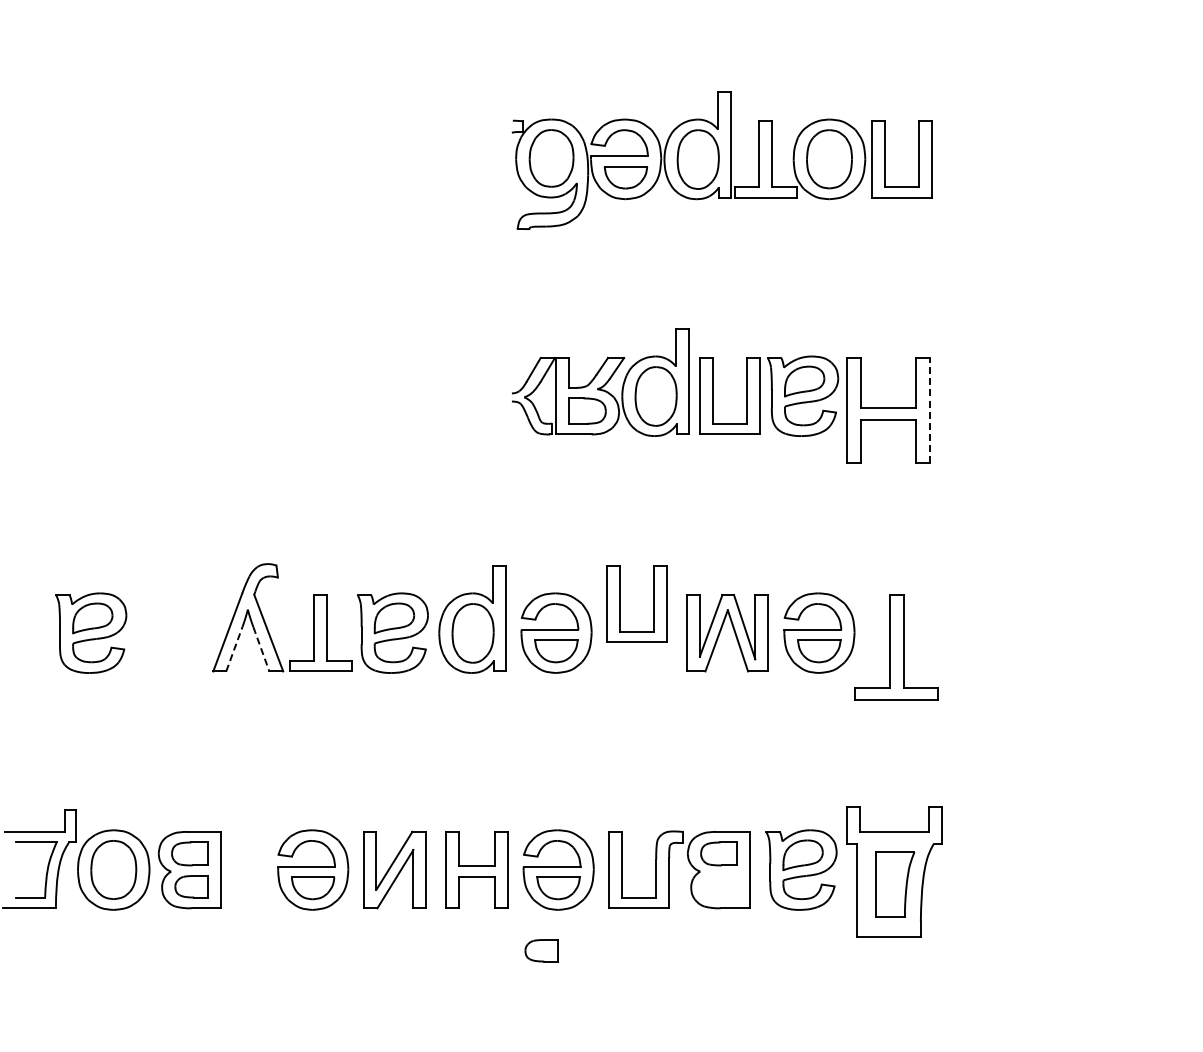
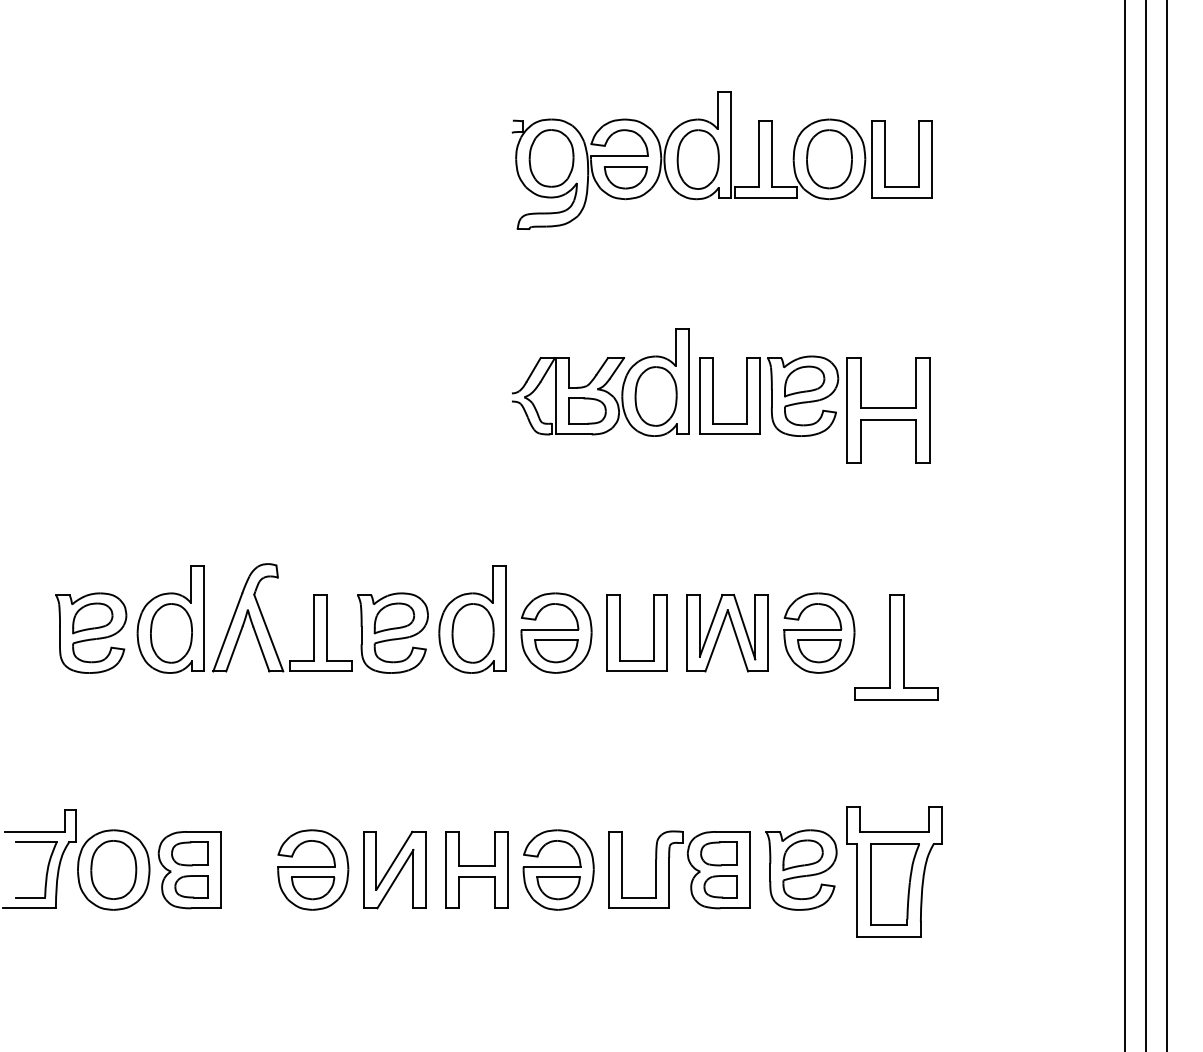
line at (929, 410): dashed -> solid
line at (1125, 525): none -> present
line at (1146, 525): none -> present
line at (1166, 525): none -> present
part at (620, 603) position: (620, 603) -> (620, 632)
part at (170, 619): none -> present
line at (234, 649): dashed -> solid
line at (261, 649): dashed -> solid
part at (895, 884) size: 41x67 px -> 50x83 px
part at (541, 950) position: (541, 950) -> (720, 886)
